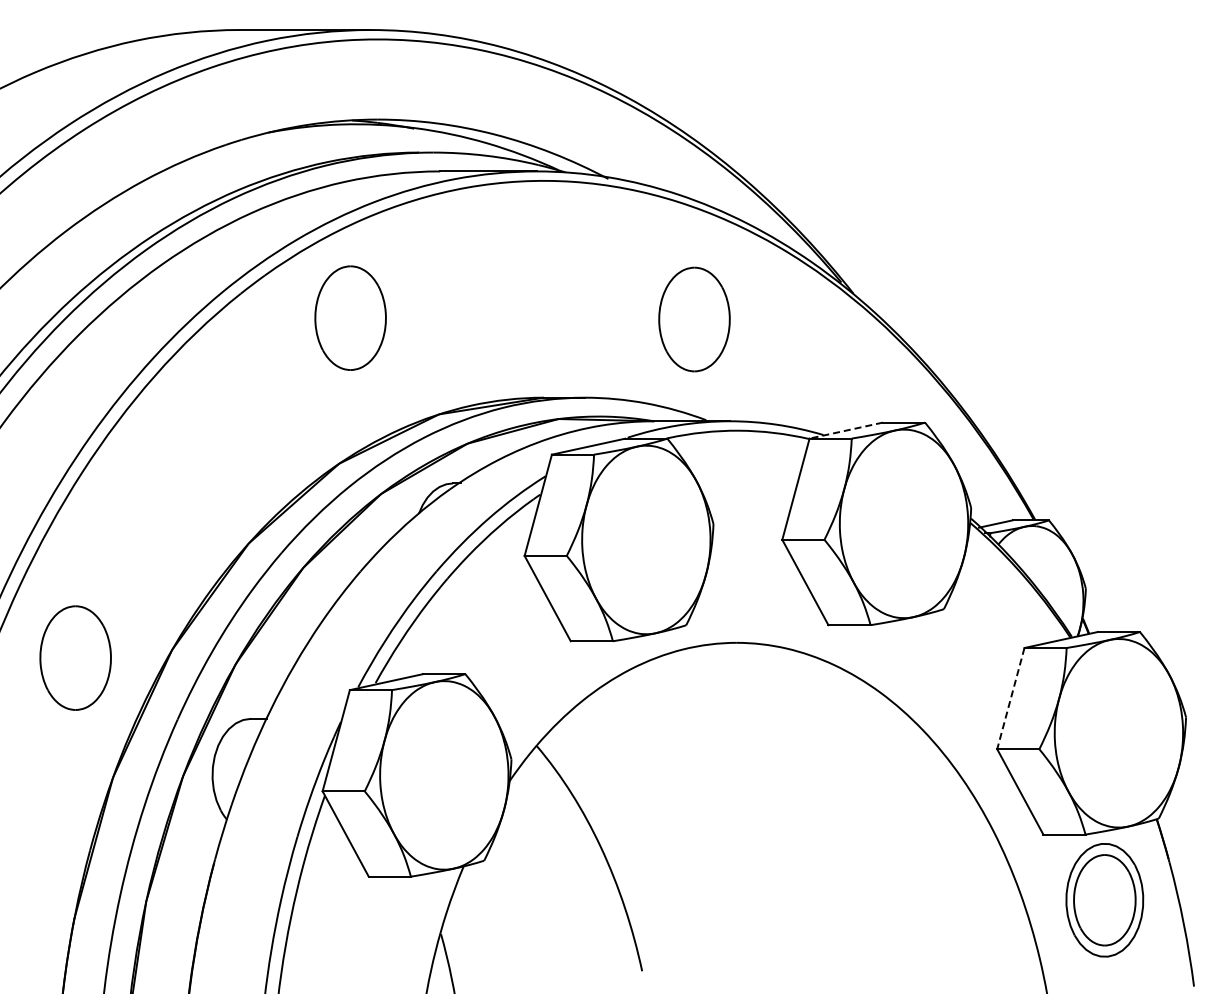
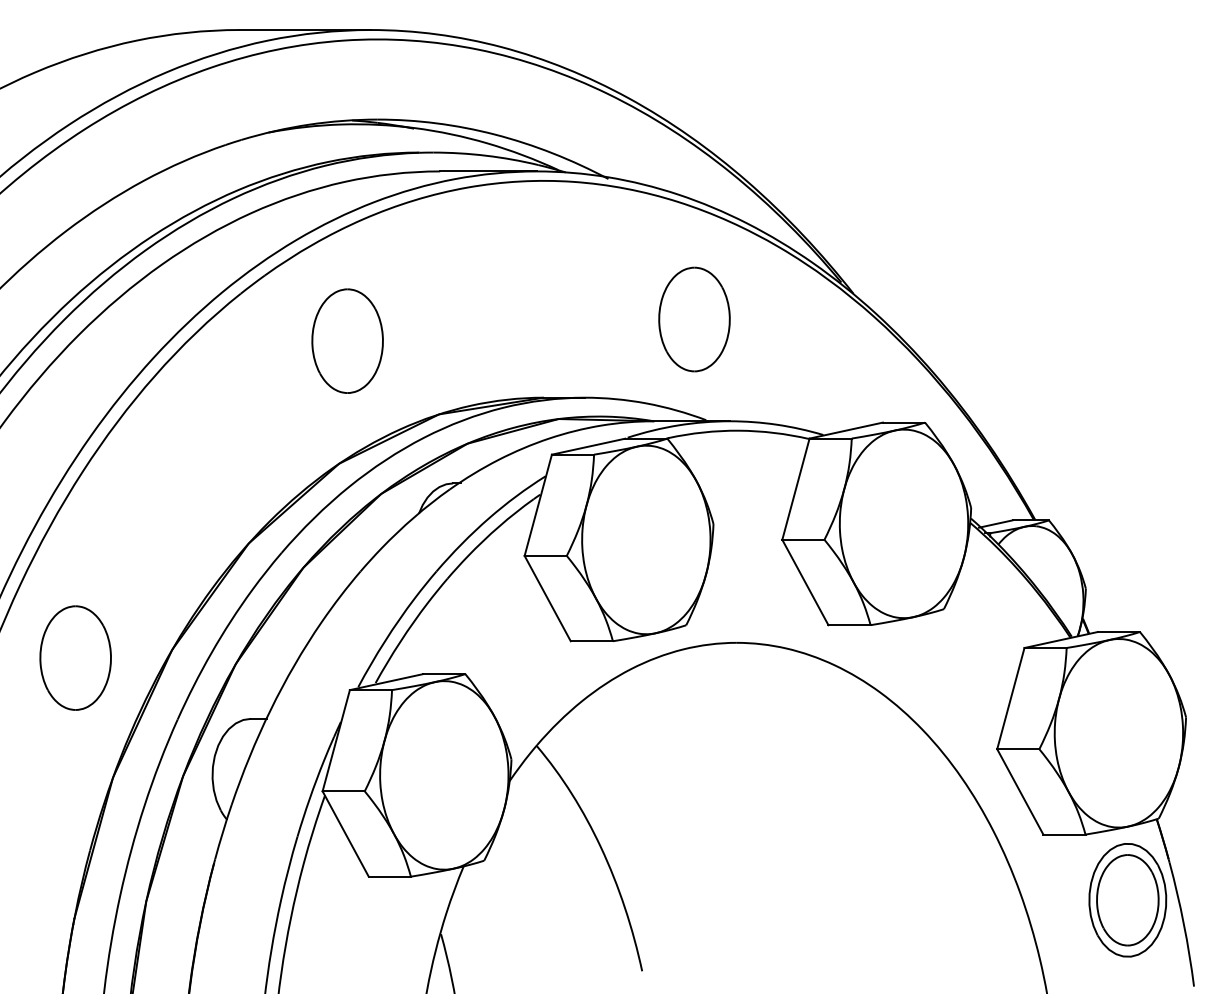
part at (350, 317) position: (350, 317) -> (347, 340)
line at (846, 430): dashed -> solid
line at (1010, 699): dashed -> solid
part at (1104, 900) position: (1104, 900) -> (1127, 900)
